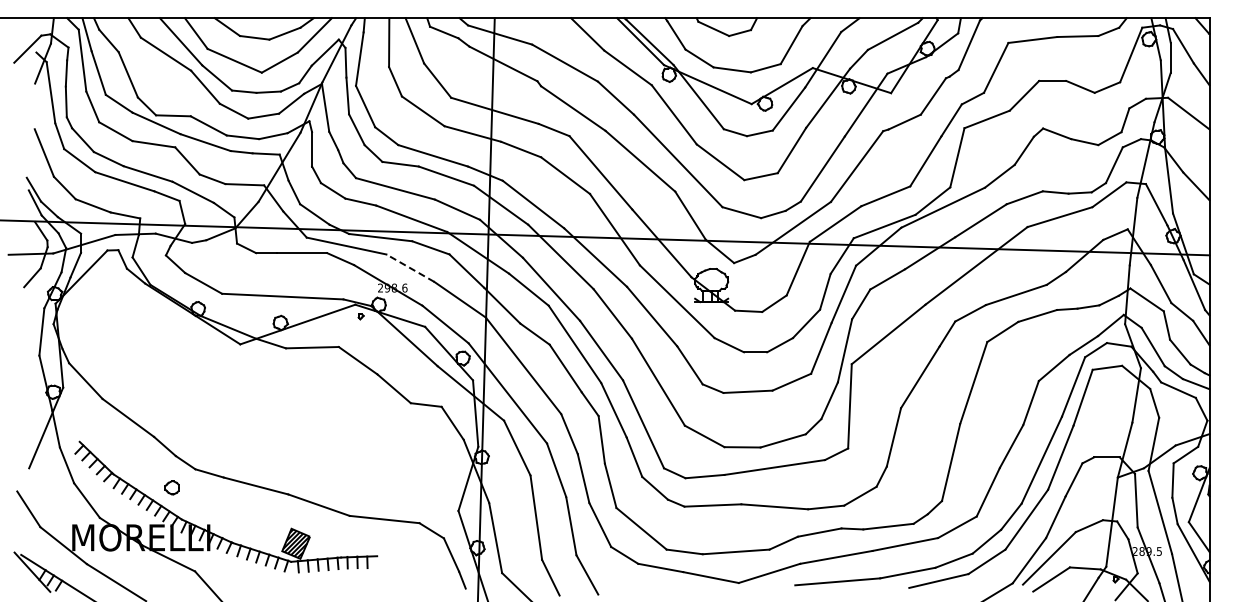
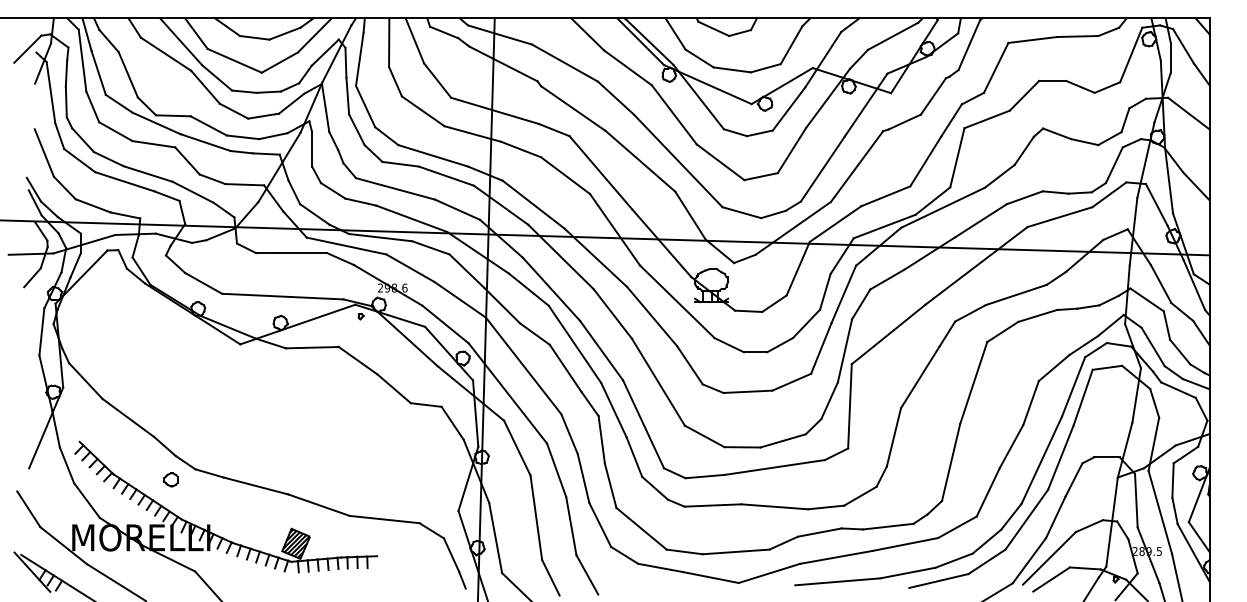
line at (410, 268): dashed -> solid
part at (171, 487) position: (171, 487) -> (170, 479)
